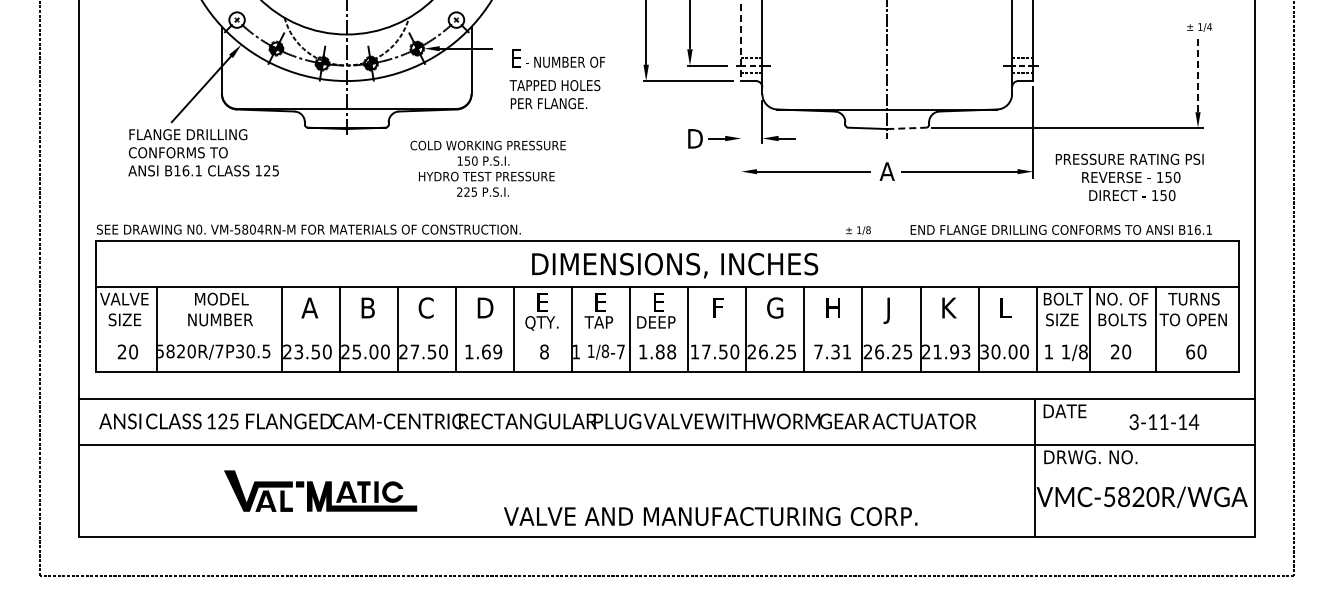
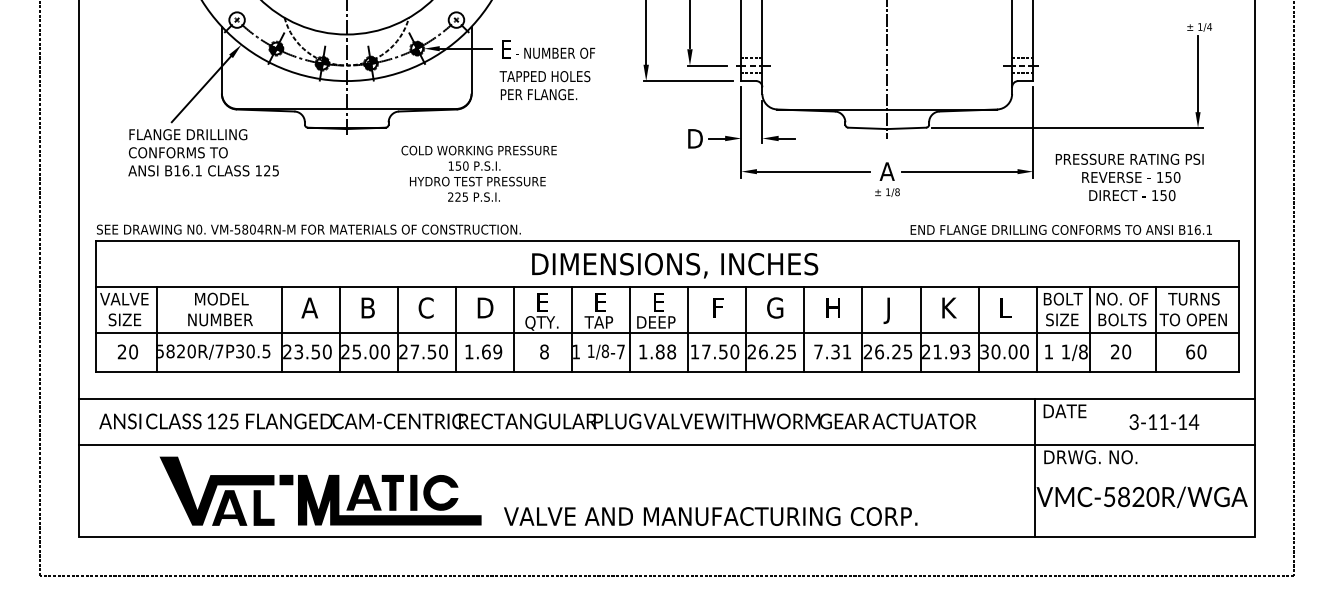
line at (741, 41): dashed -> solid
line at (1198, 73): dashed -> solid
text at (557, 79) position: (557, 79) -> (547, 70)
line at (907, 128): dashed -> solid
line at (741, 132): none -> present
text at (487, 168) position: (487, 168) -> (478, 173)
text at (858, 230) position: (858, 230) -> (887, 192)
line at (667, 333): none -> present
part at (320, 490) size: 194x42 px -> 323x70 px
